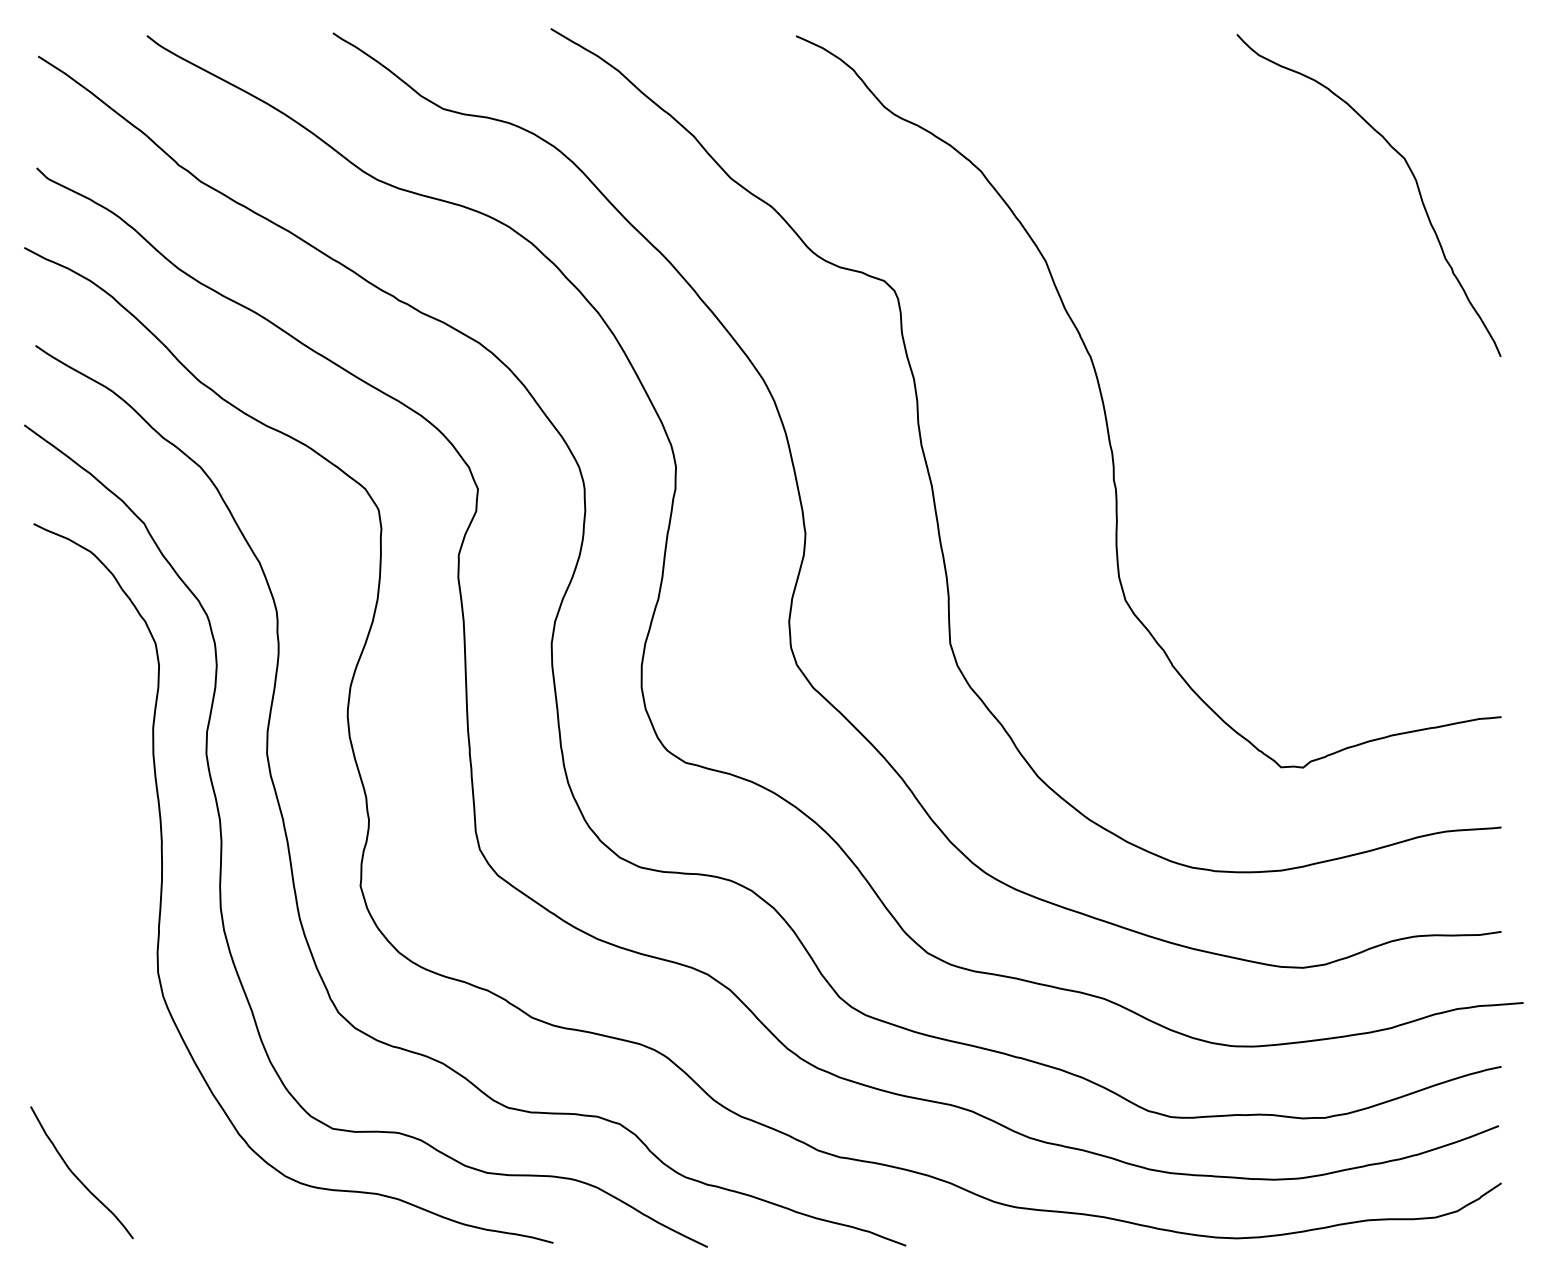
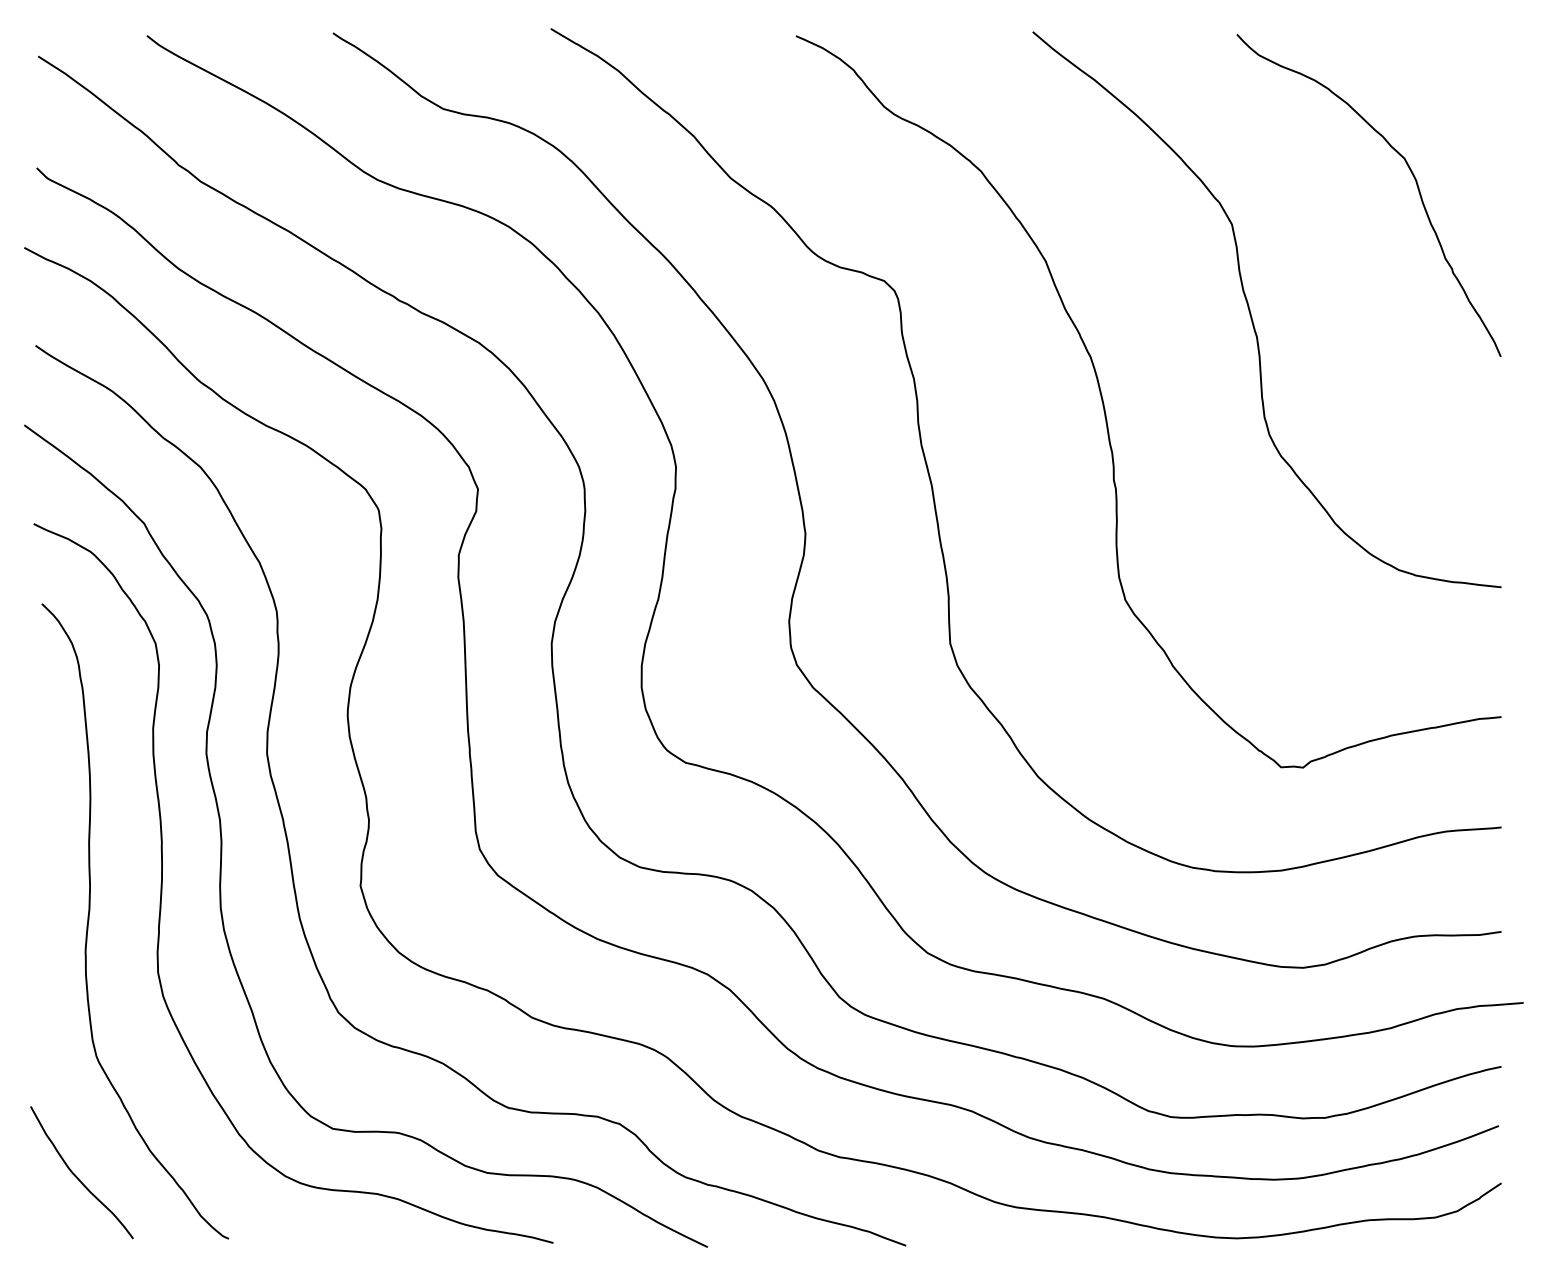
curve at (1251, 313): none -> present
curve at (89, 921): none -> present
